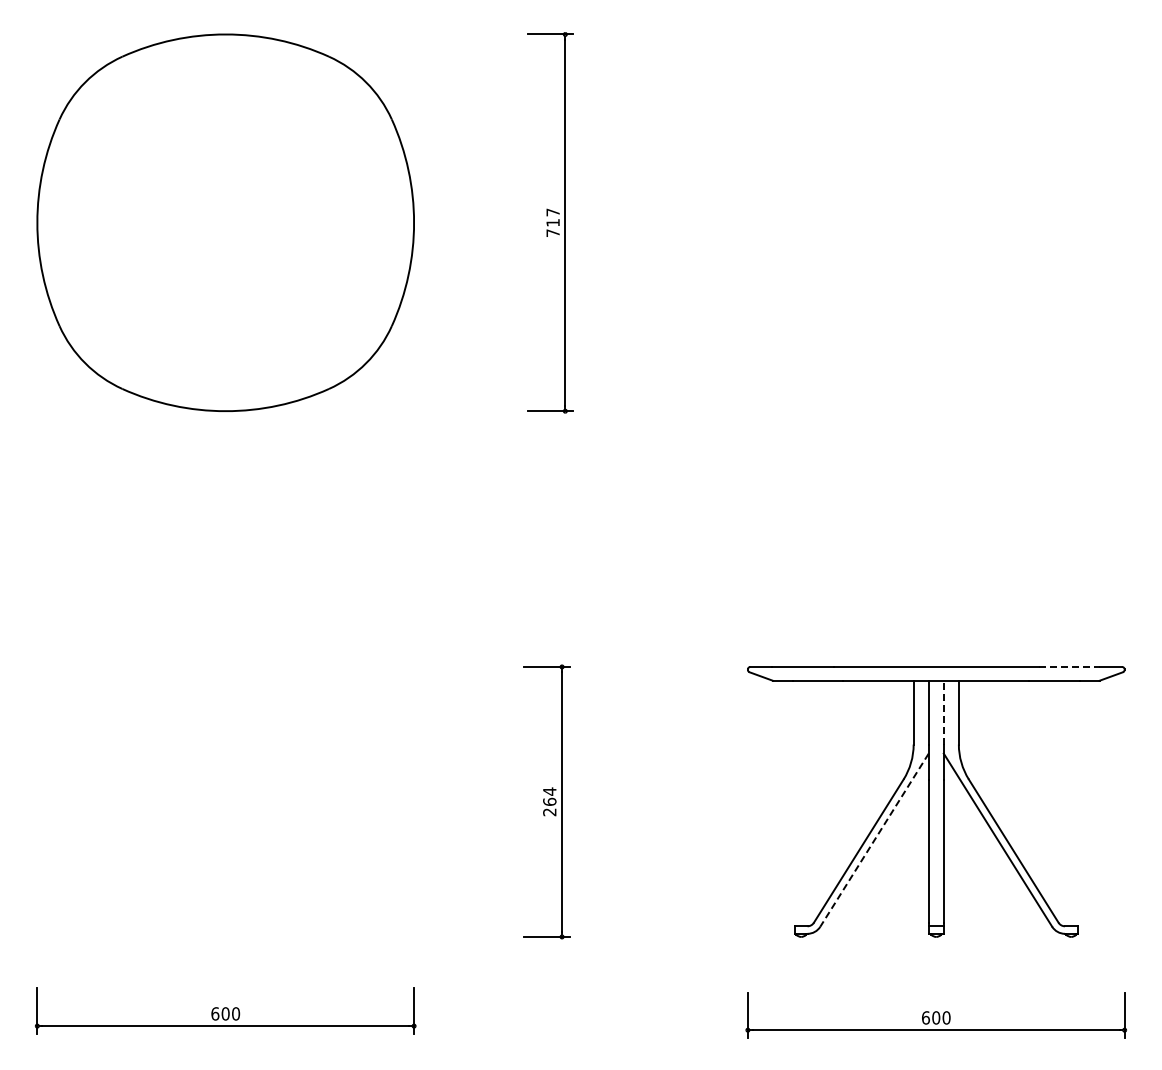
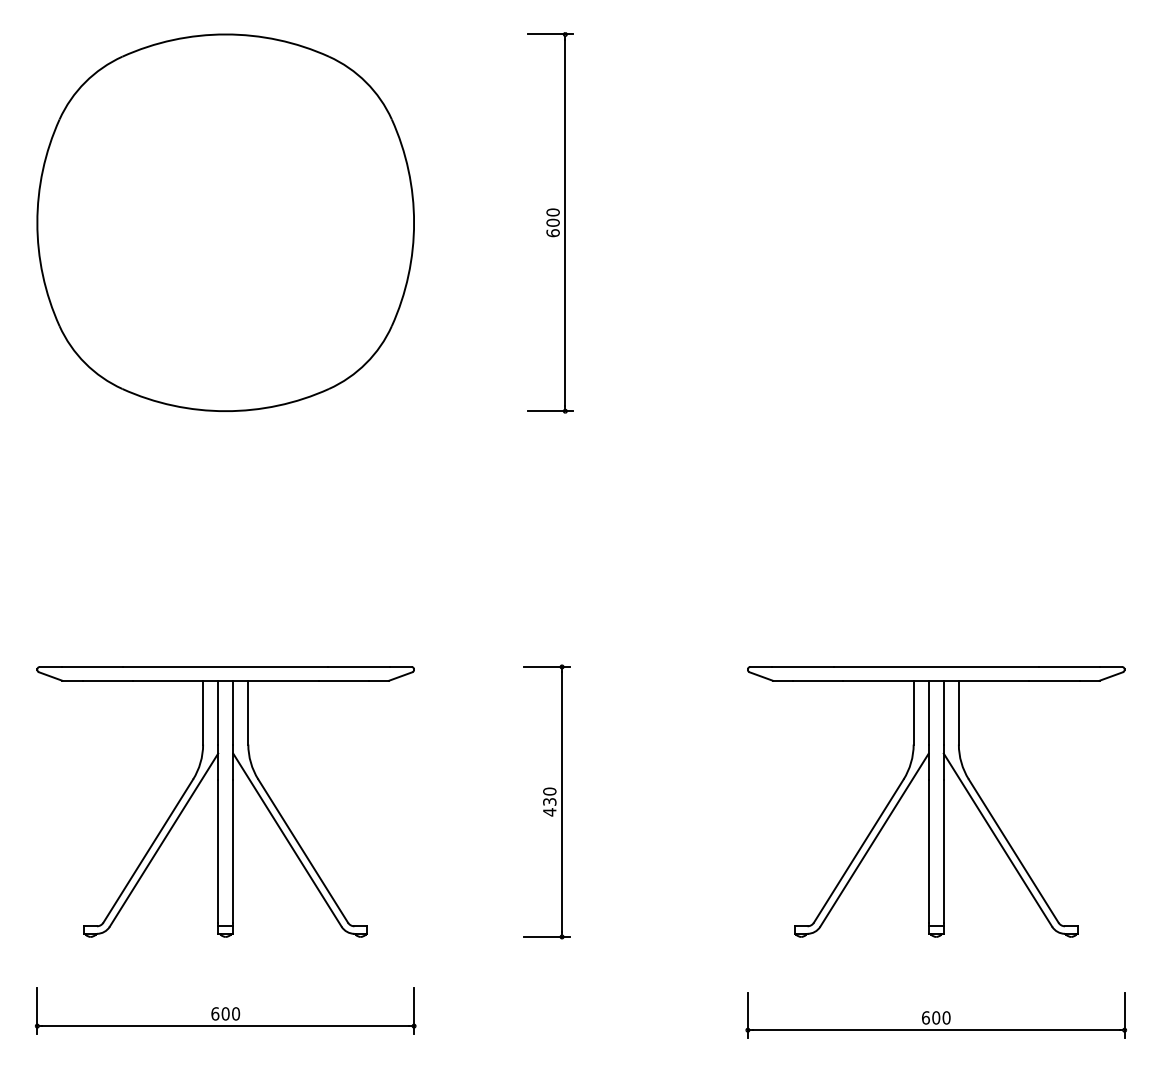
text at (552, 222): 717 -> 600
line at (1069, 666): dashed -> solid
line at (943, 712): dashed -> solid
part at (225, 801): none -> present
text at (549, 801): 264 -> 430
line at (874, 840): dashed -> solid
